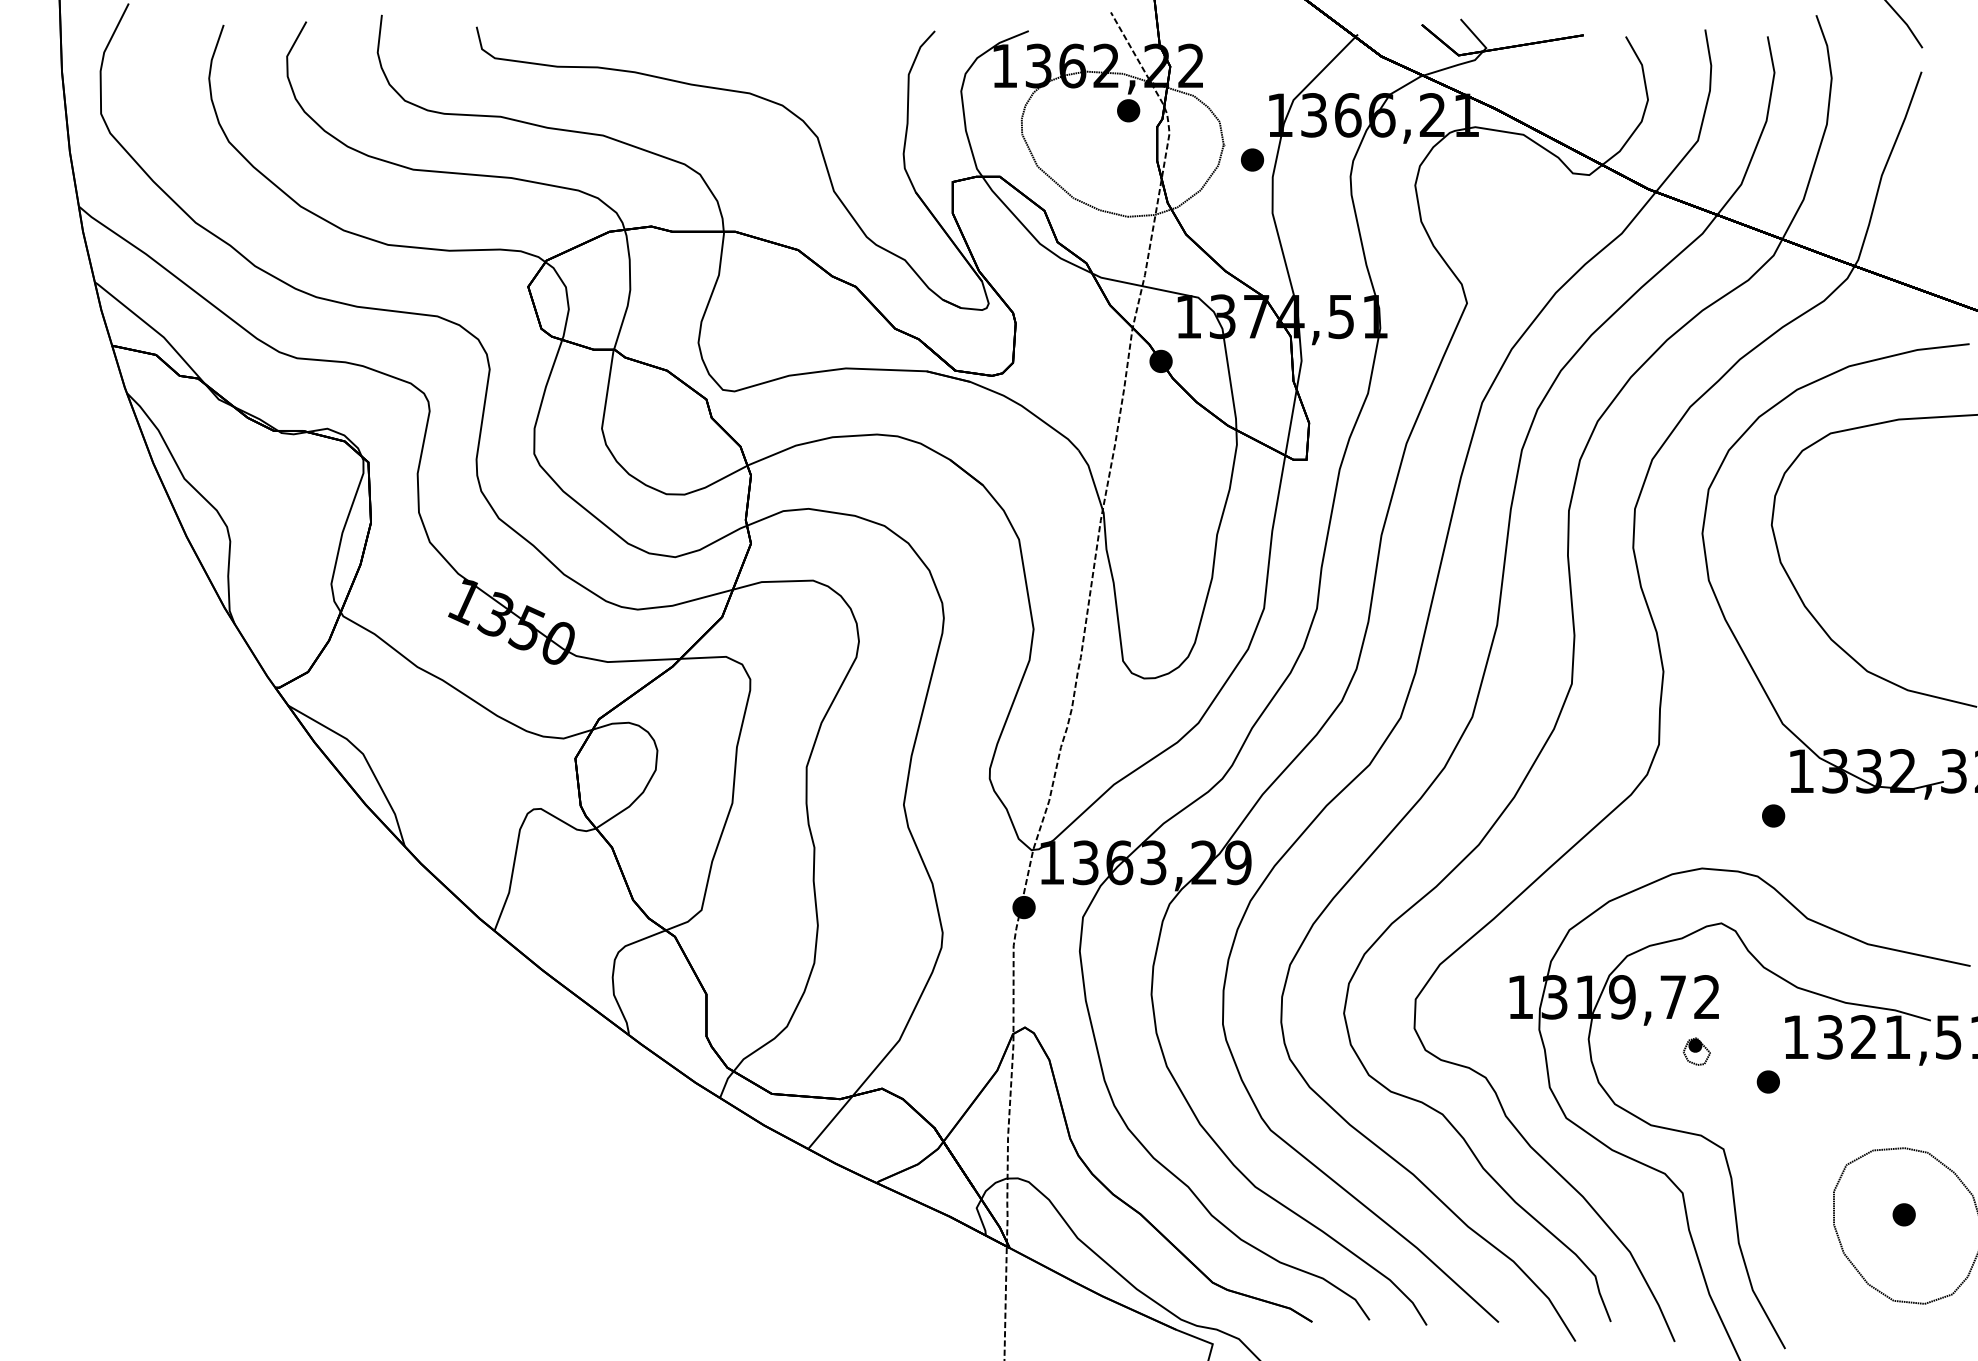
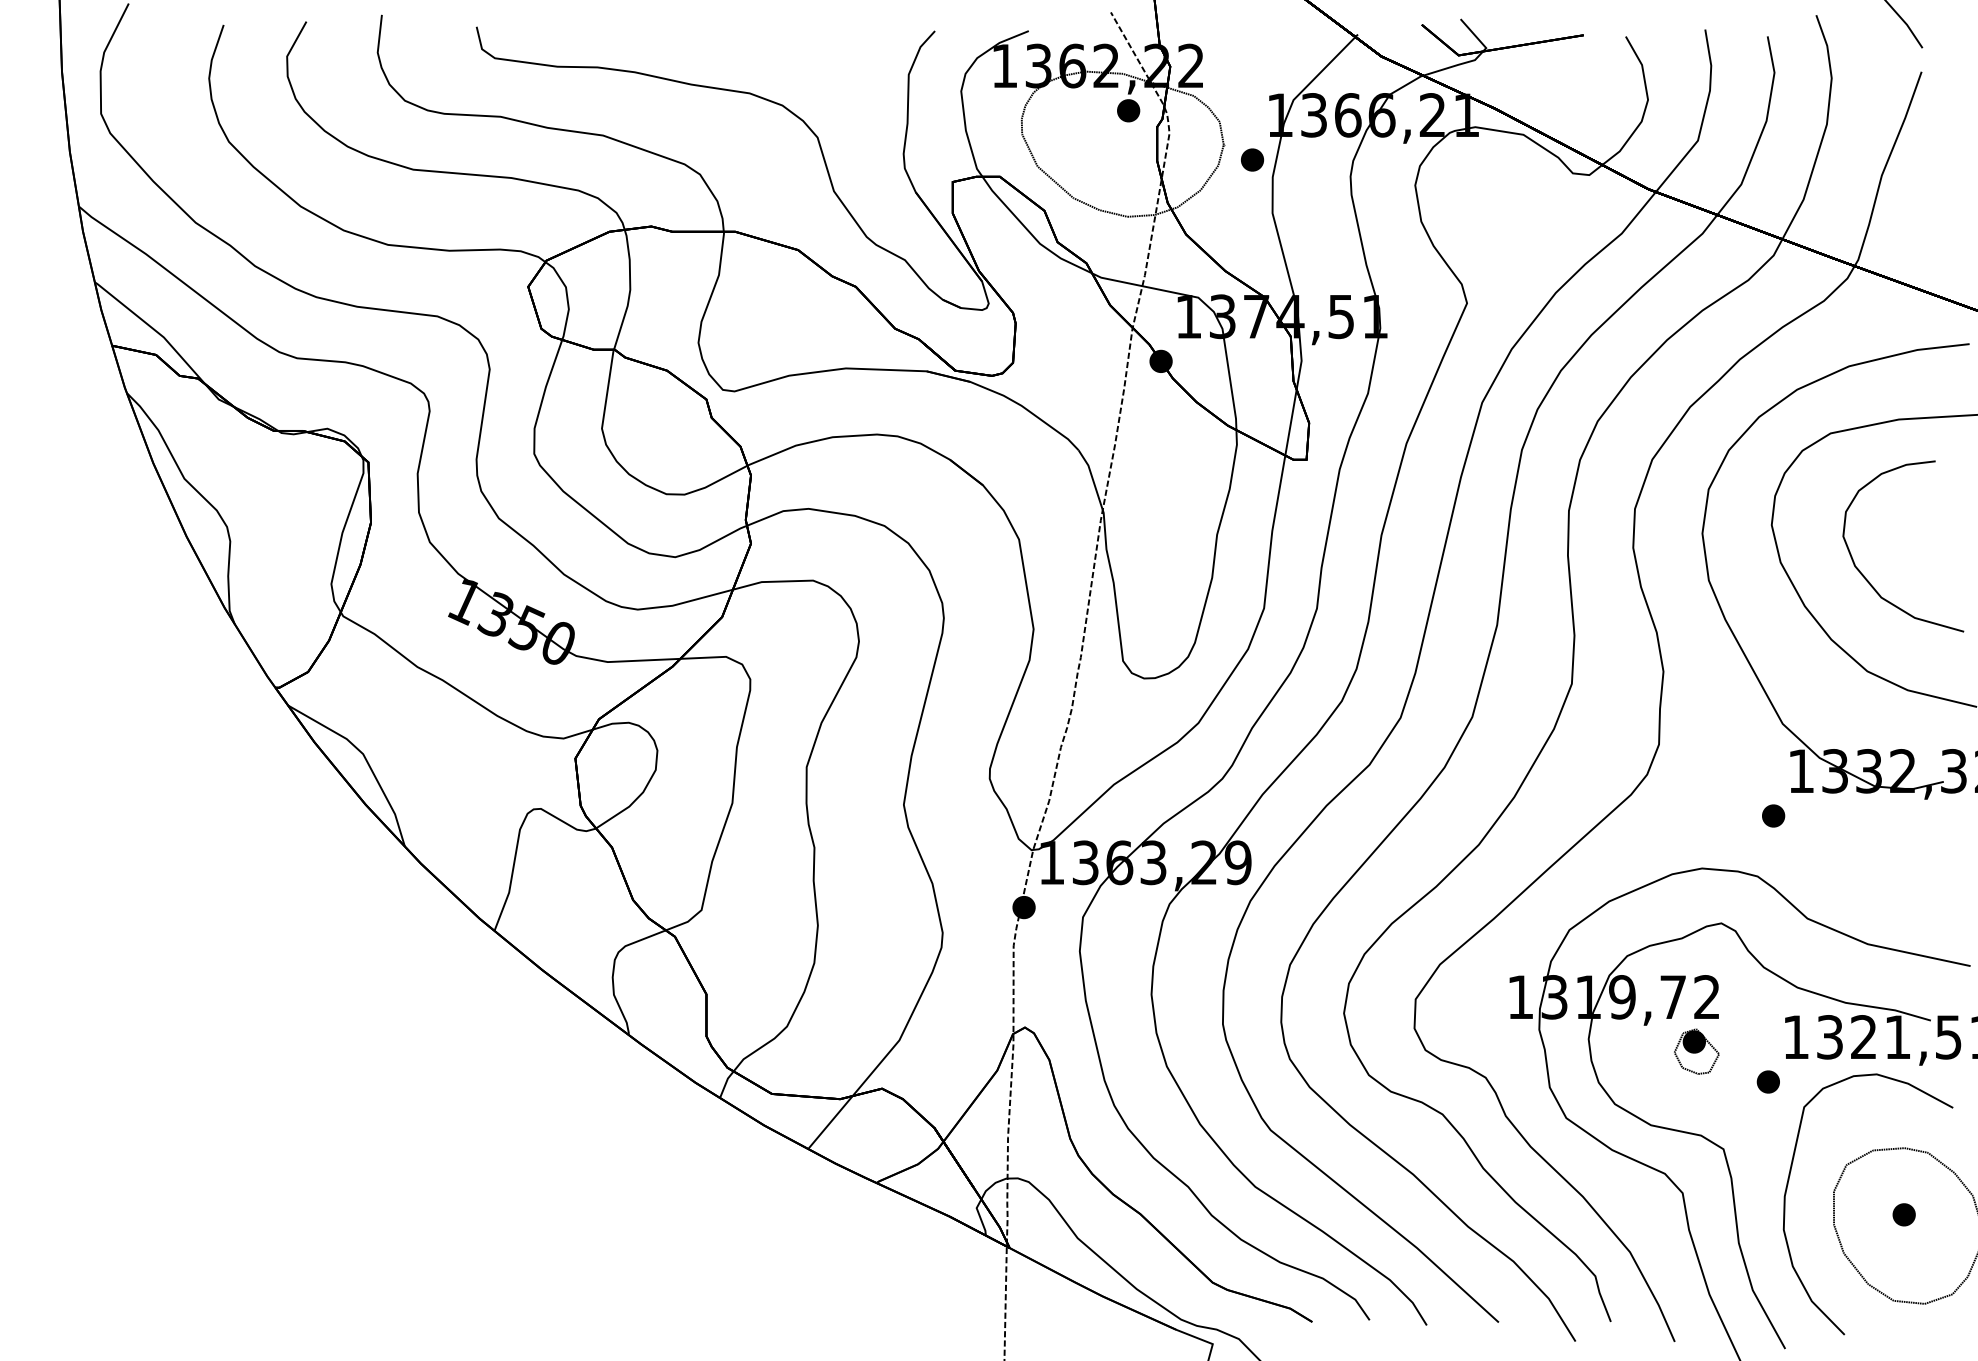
curve at (1864, 575): none -> present
part at (1696, 1051) size: 28x29 px -> 46x47 px
curve at (1788, 1185): none -> present
